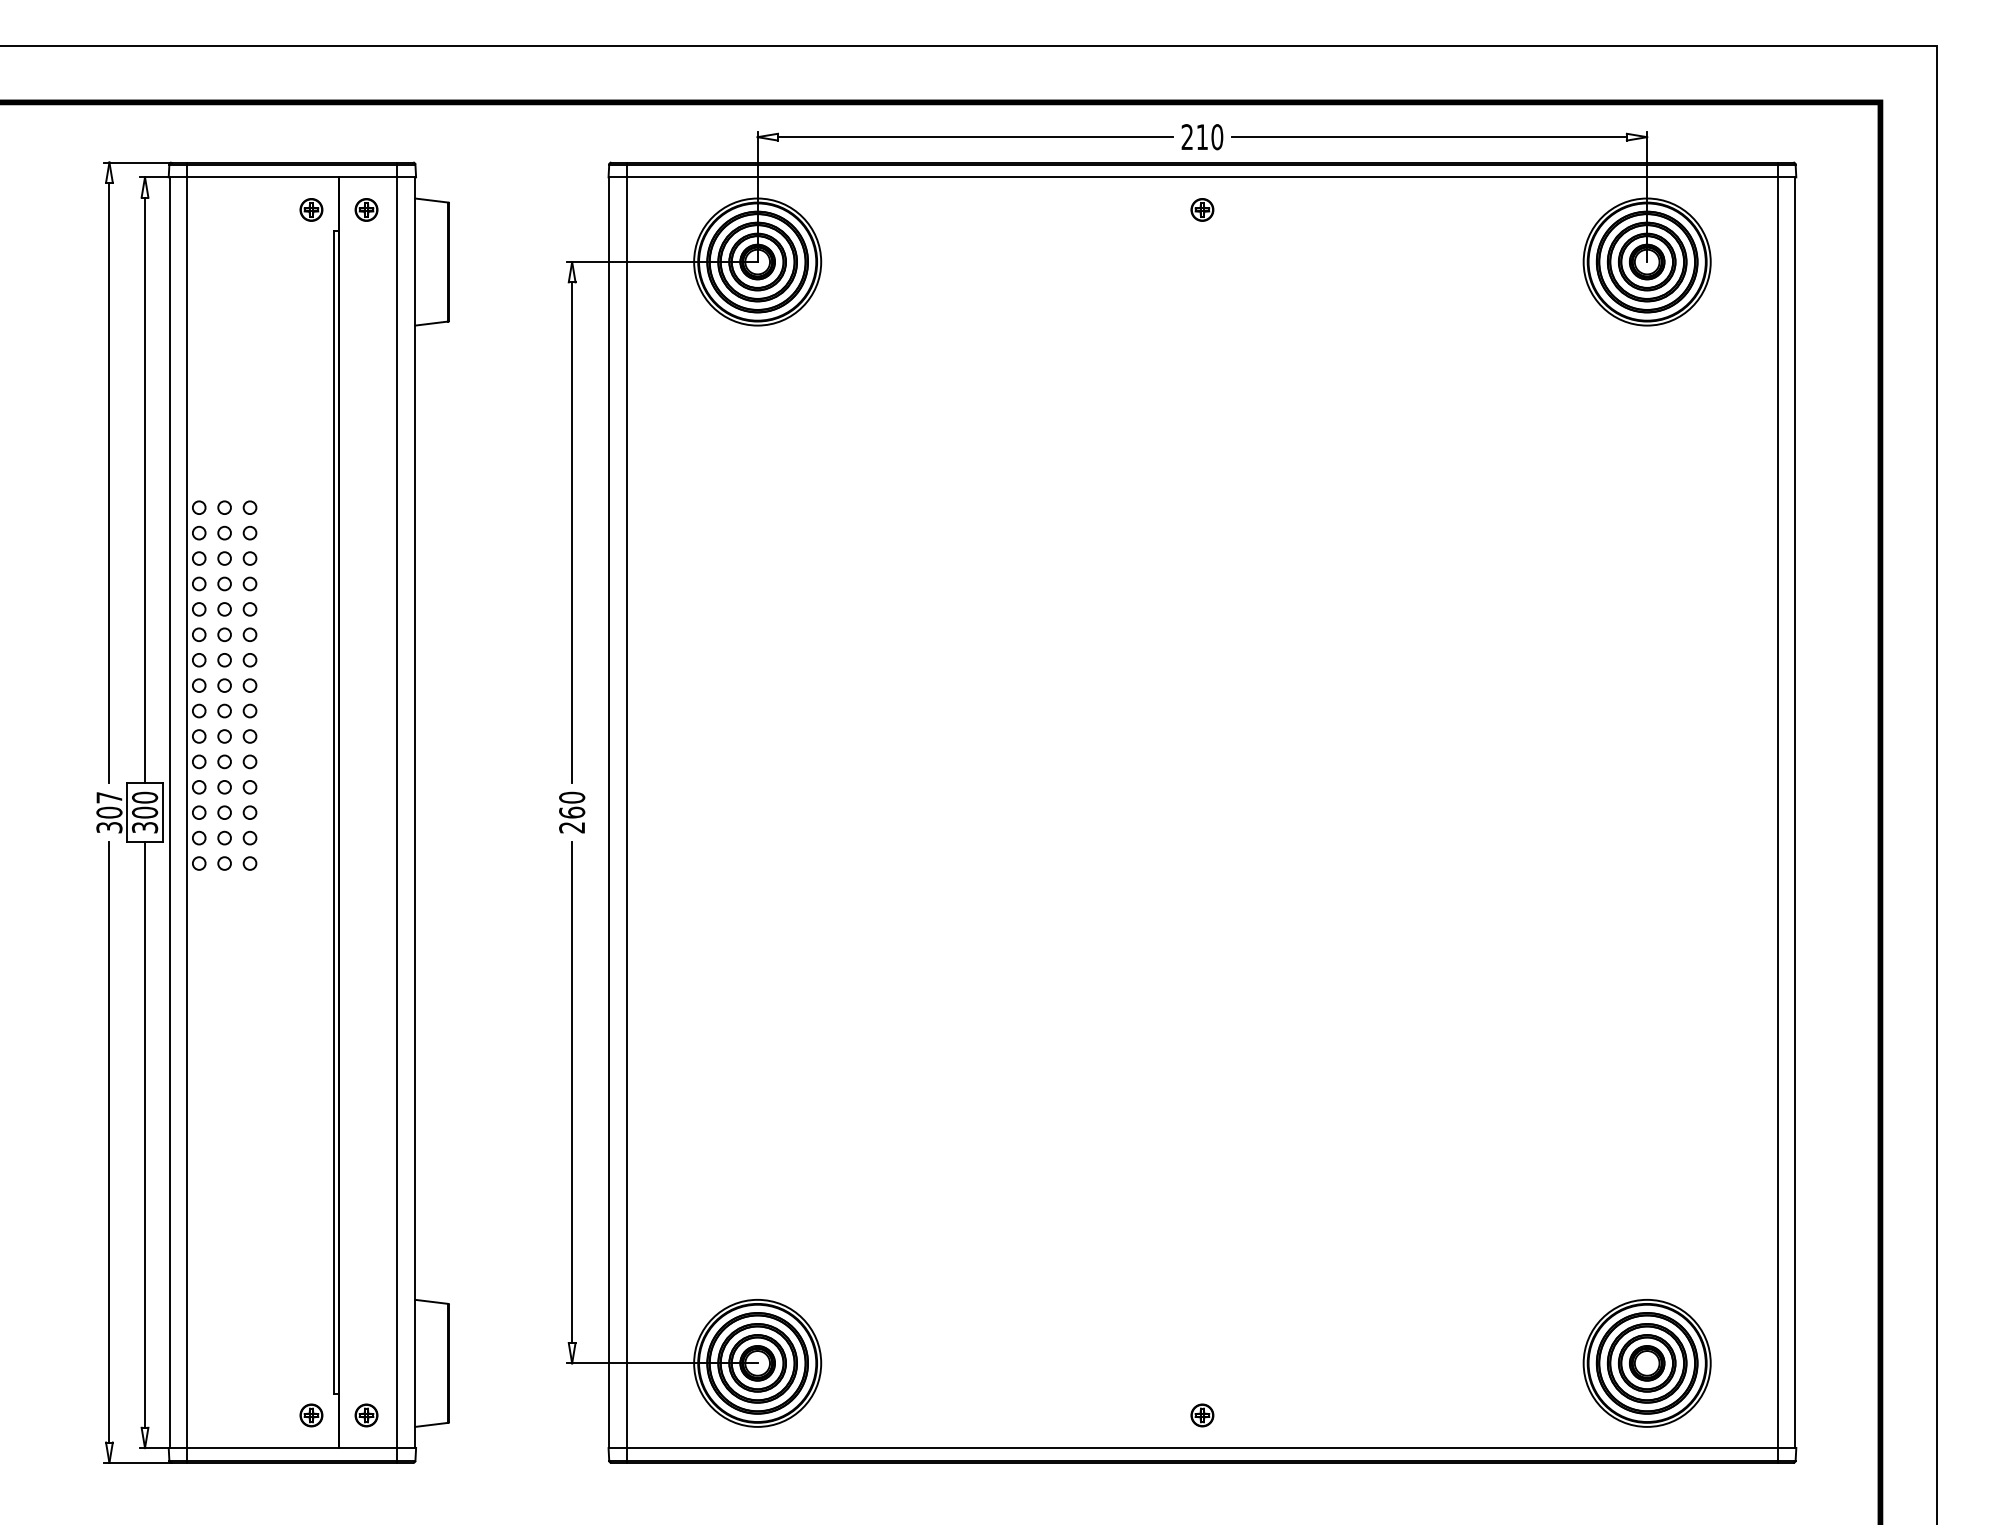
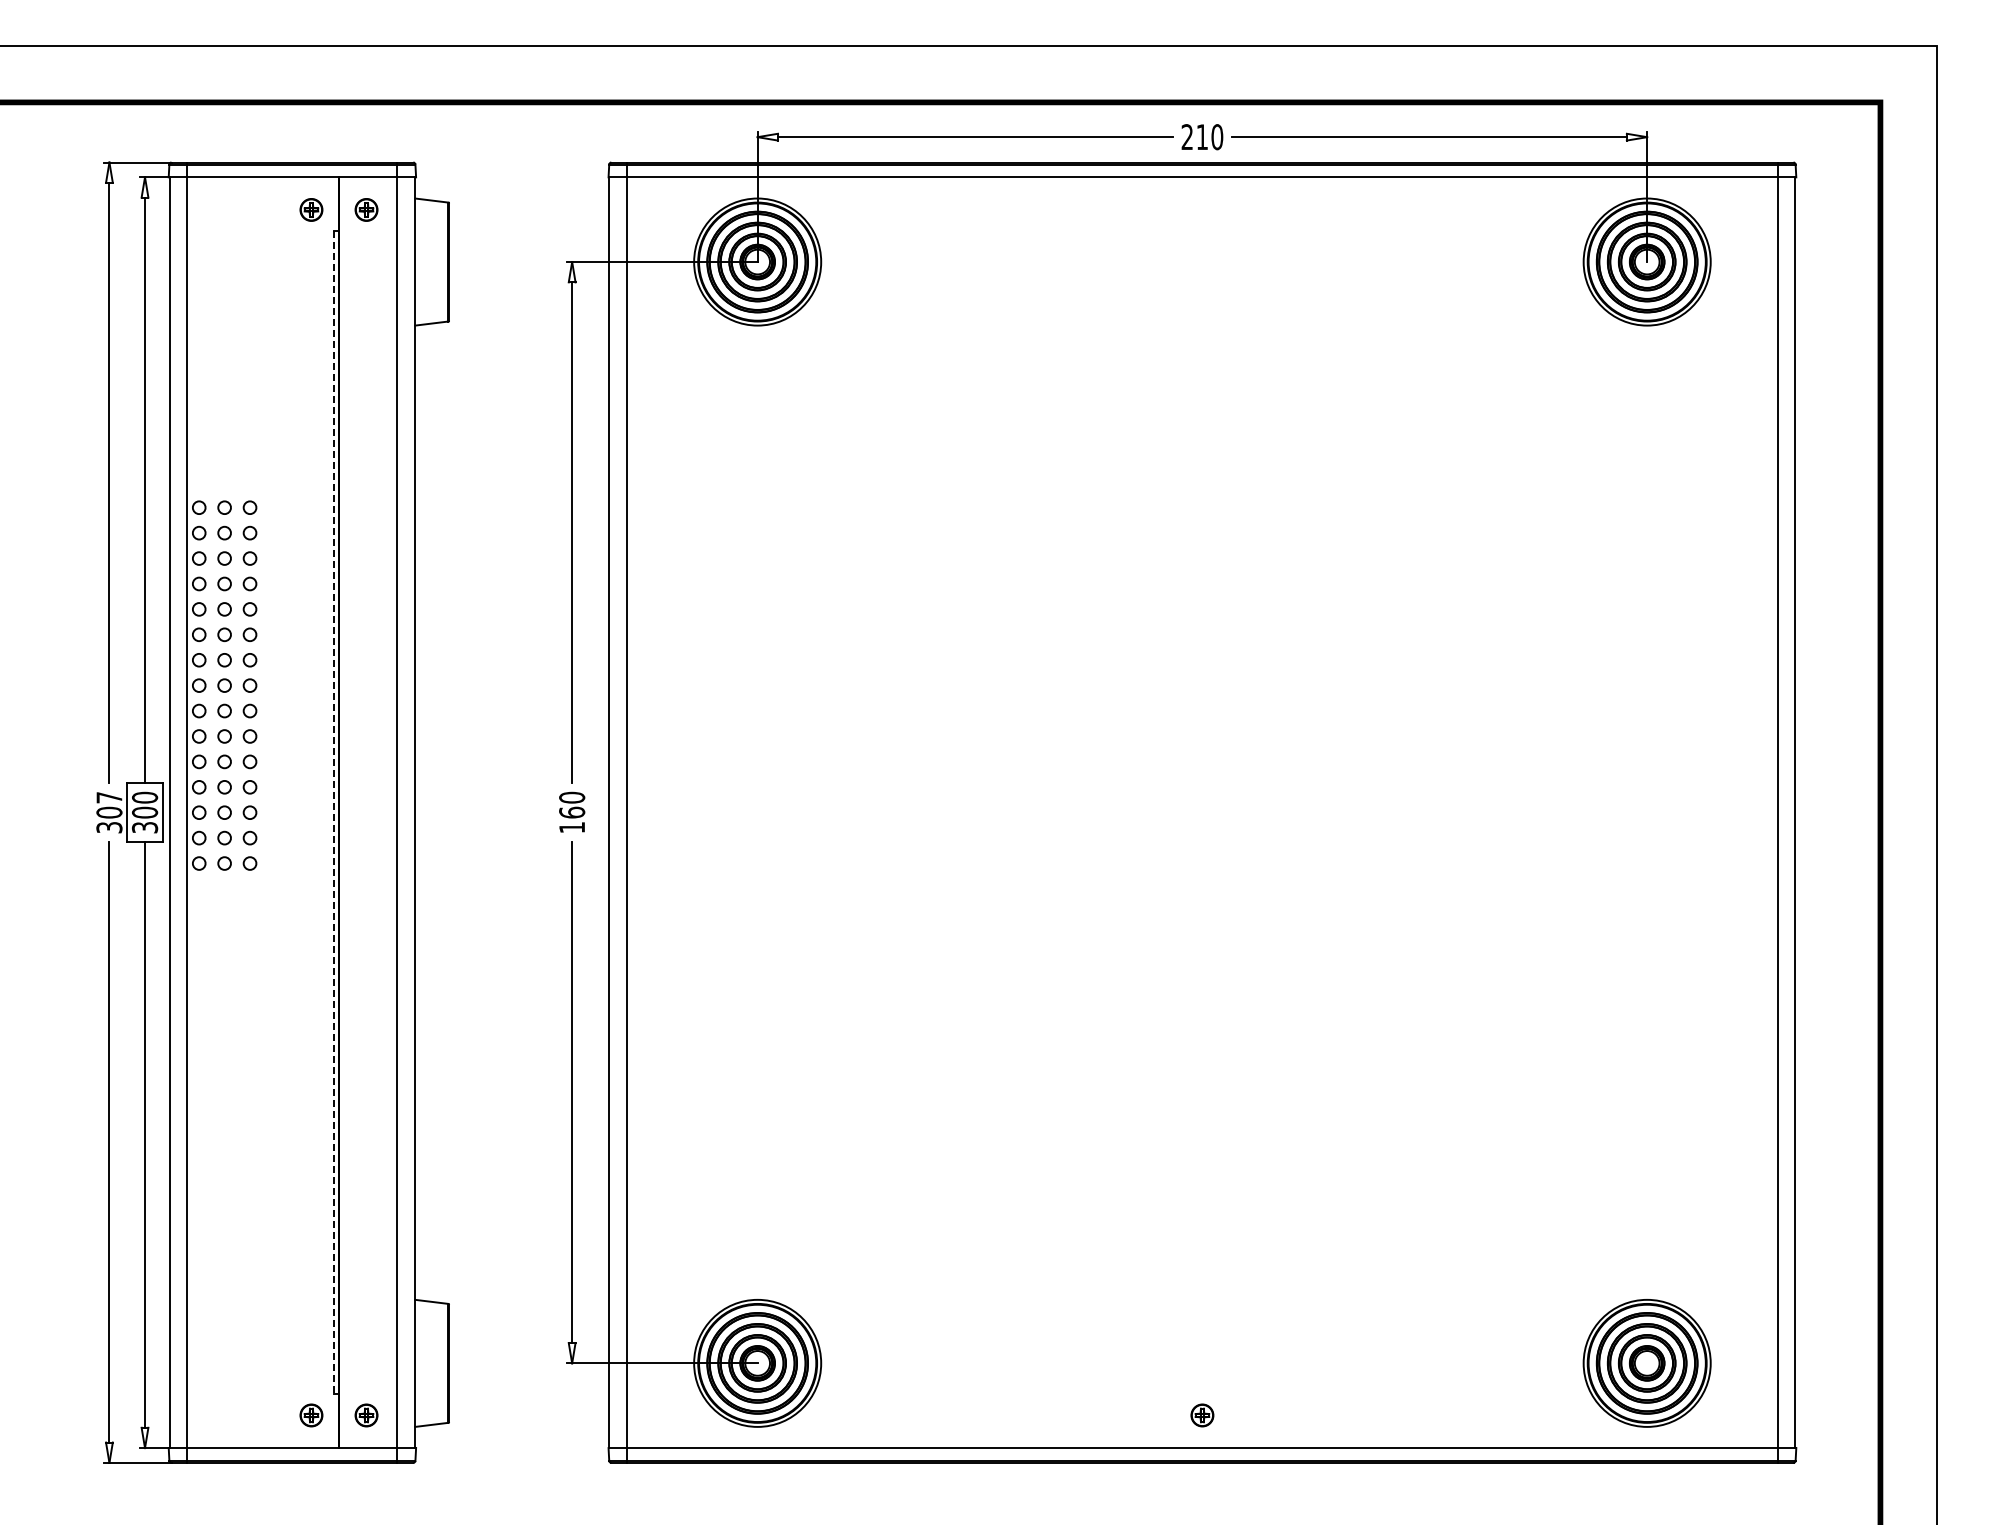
part at (1202, 209): present -> none
line at (334, 812): solid -> dashed
text at (571, 827): 260 -> 160
